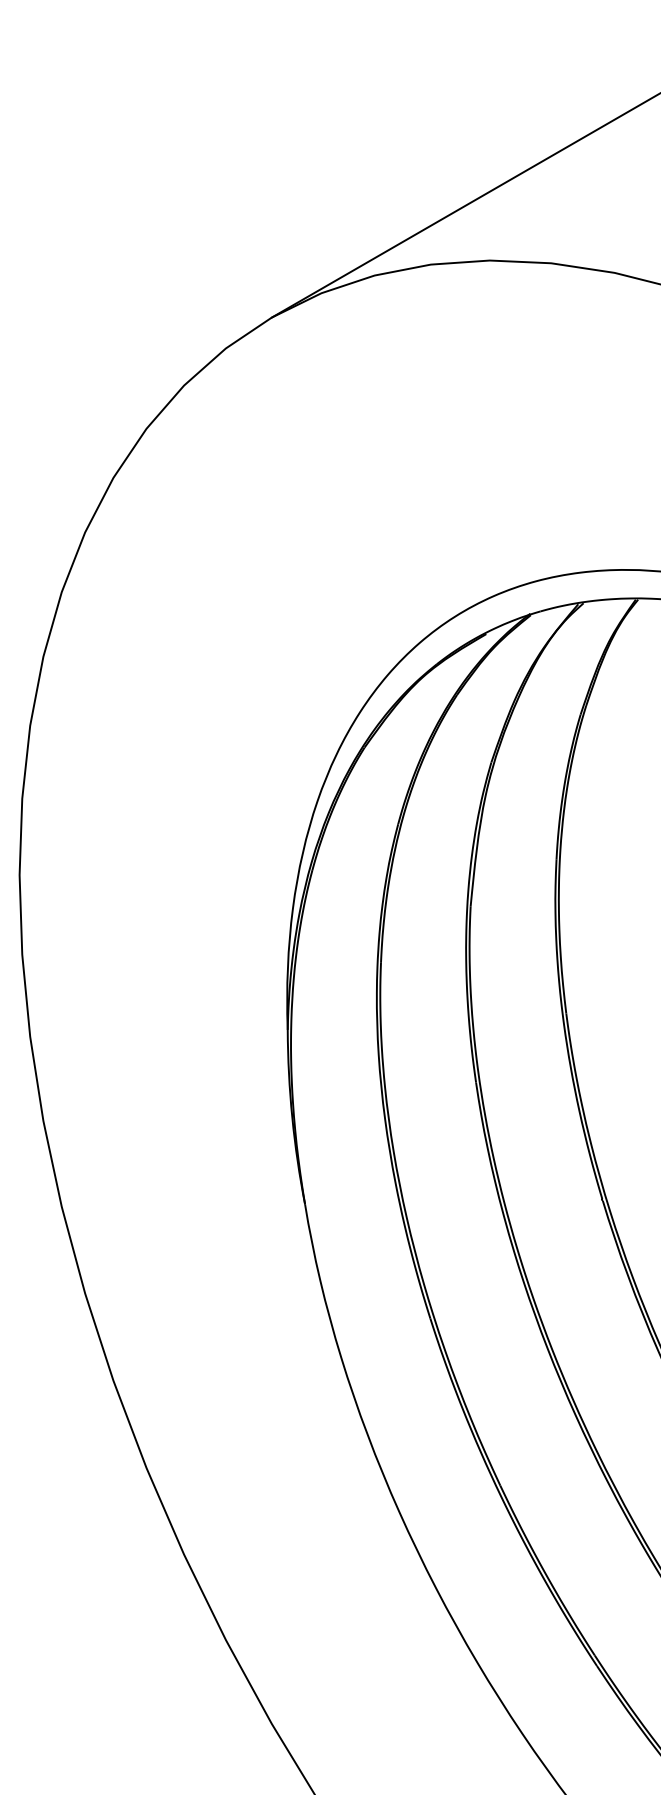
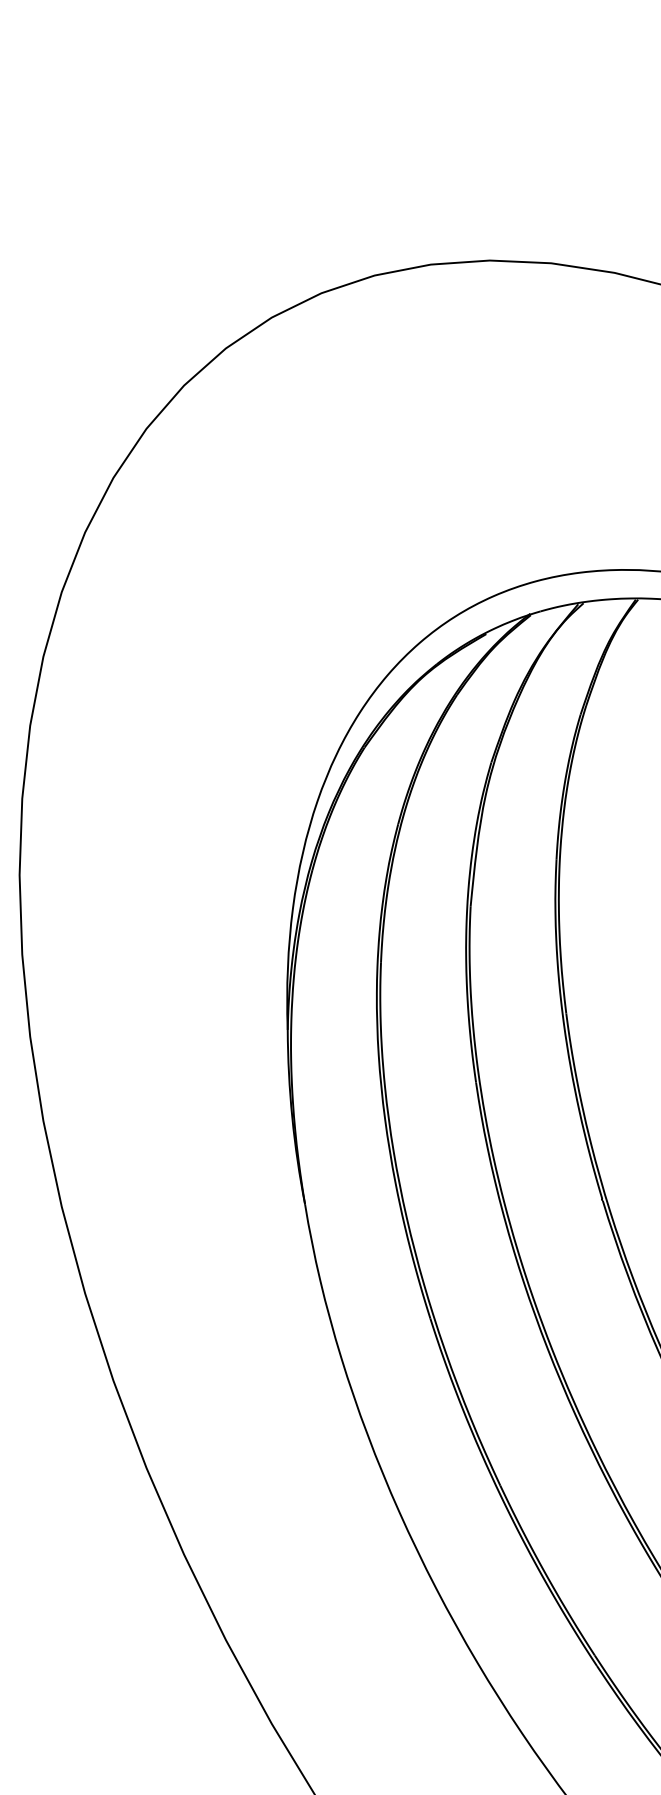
line at (464, 205): present -> none
